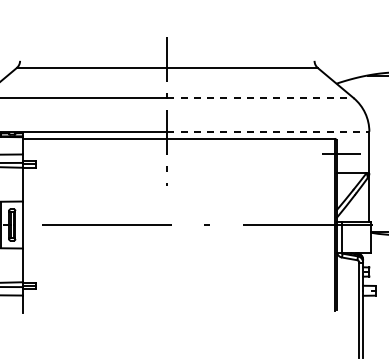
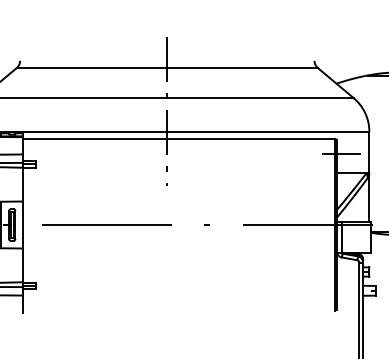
line at (261, 98): dashed -> solid
line at (268, 131): dashed -> solid
